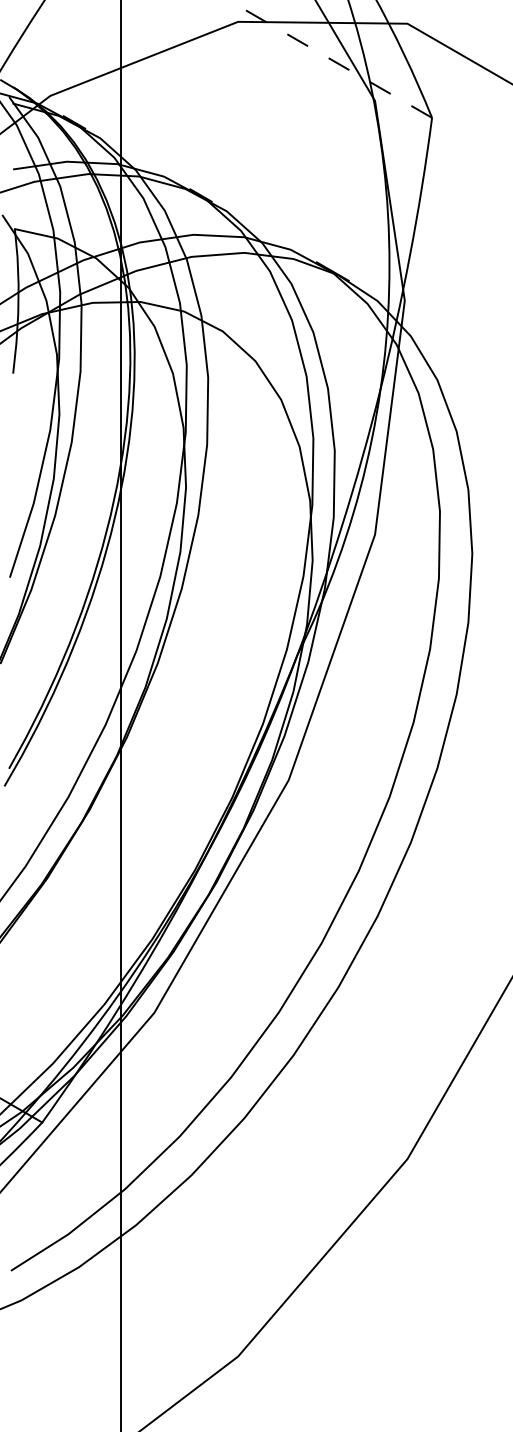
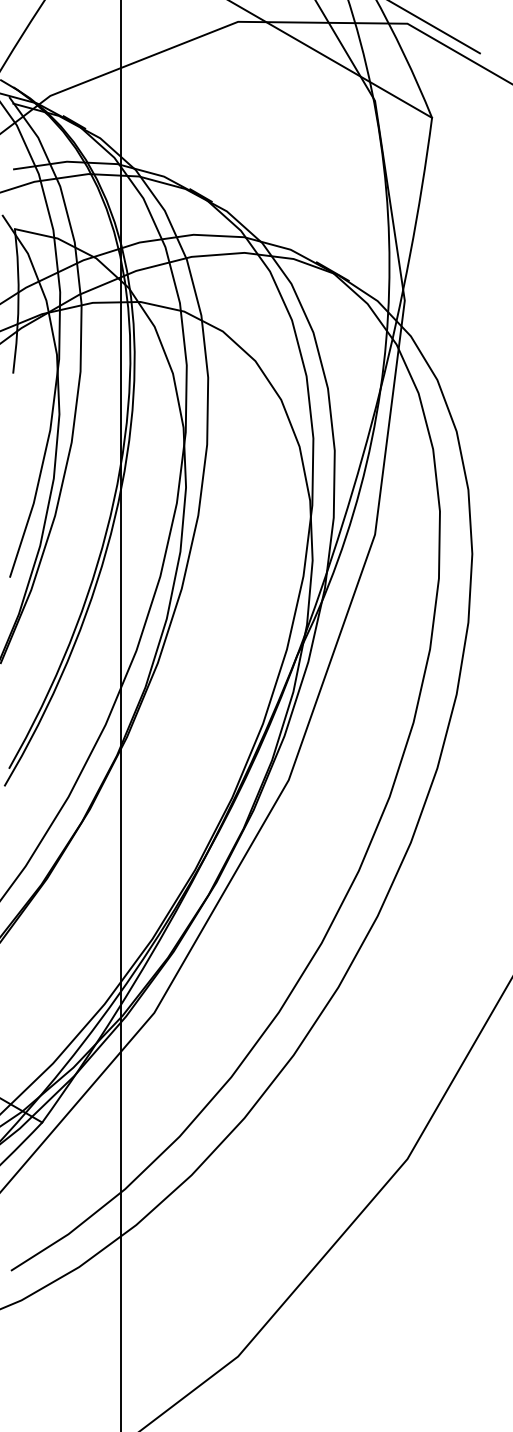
line at (435, 27): none -> present
line at (329, 58): dashed -> solid
